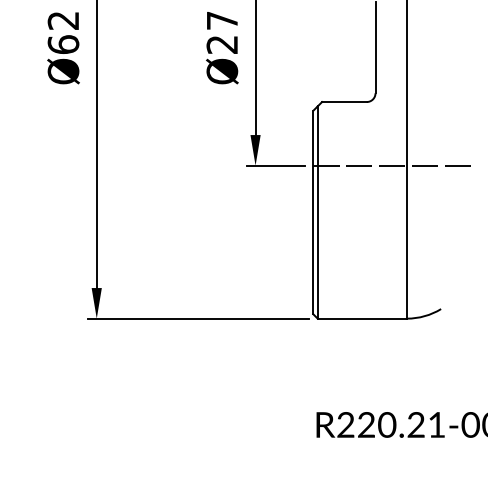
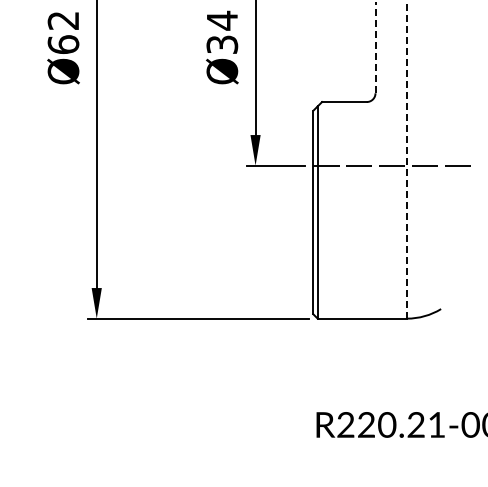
text at (222, 31): Ø27 -> Ø34
line at (375, 47): solid -> dashed
line at (407, 158): solid -> dashed
